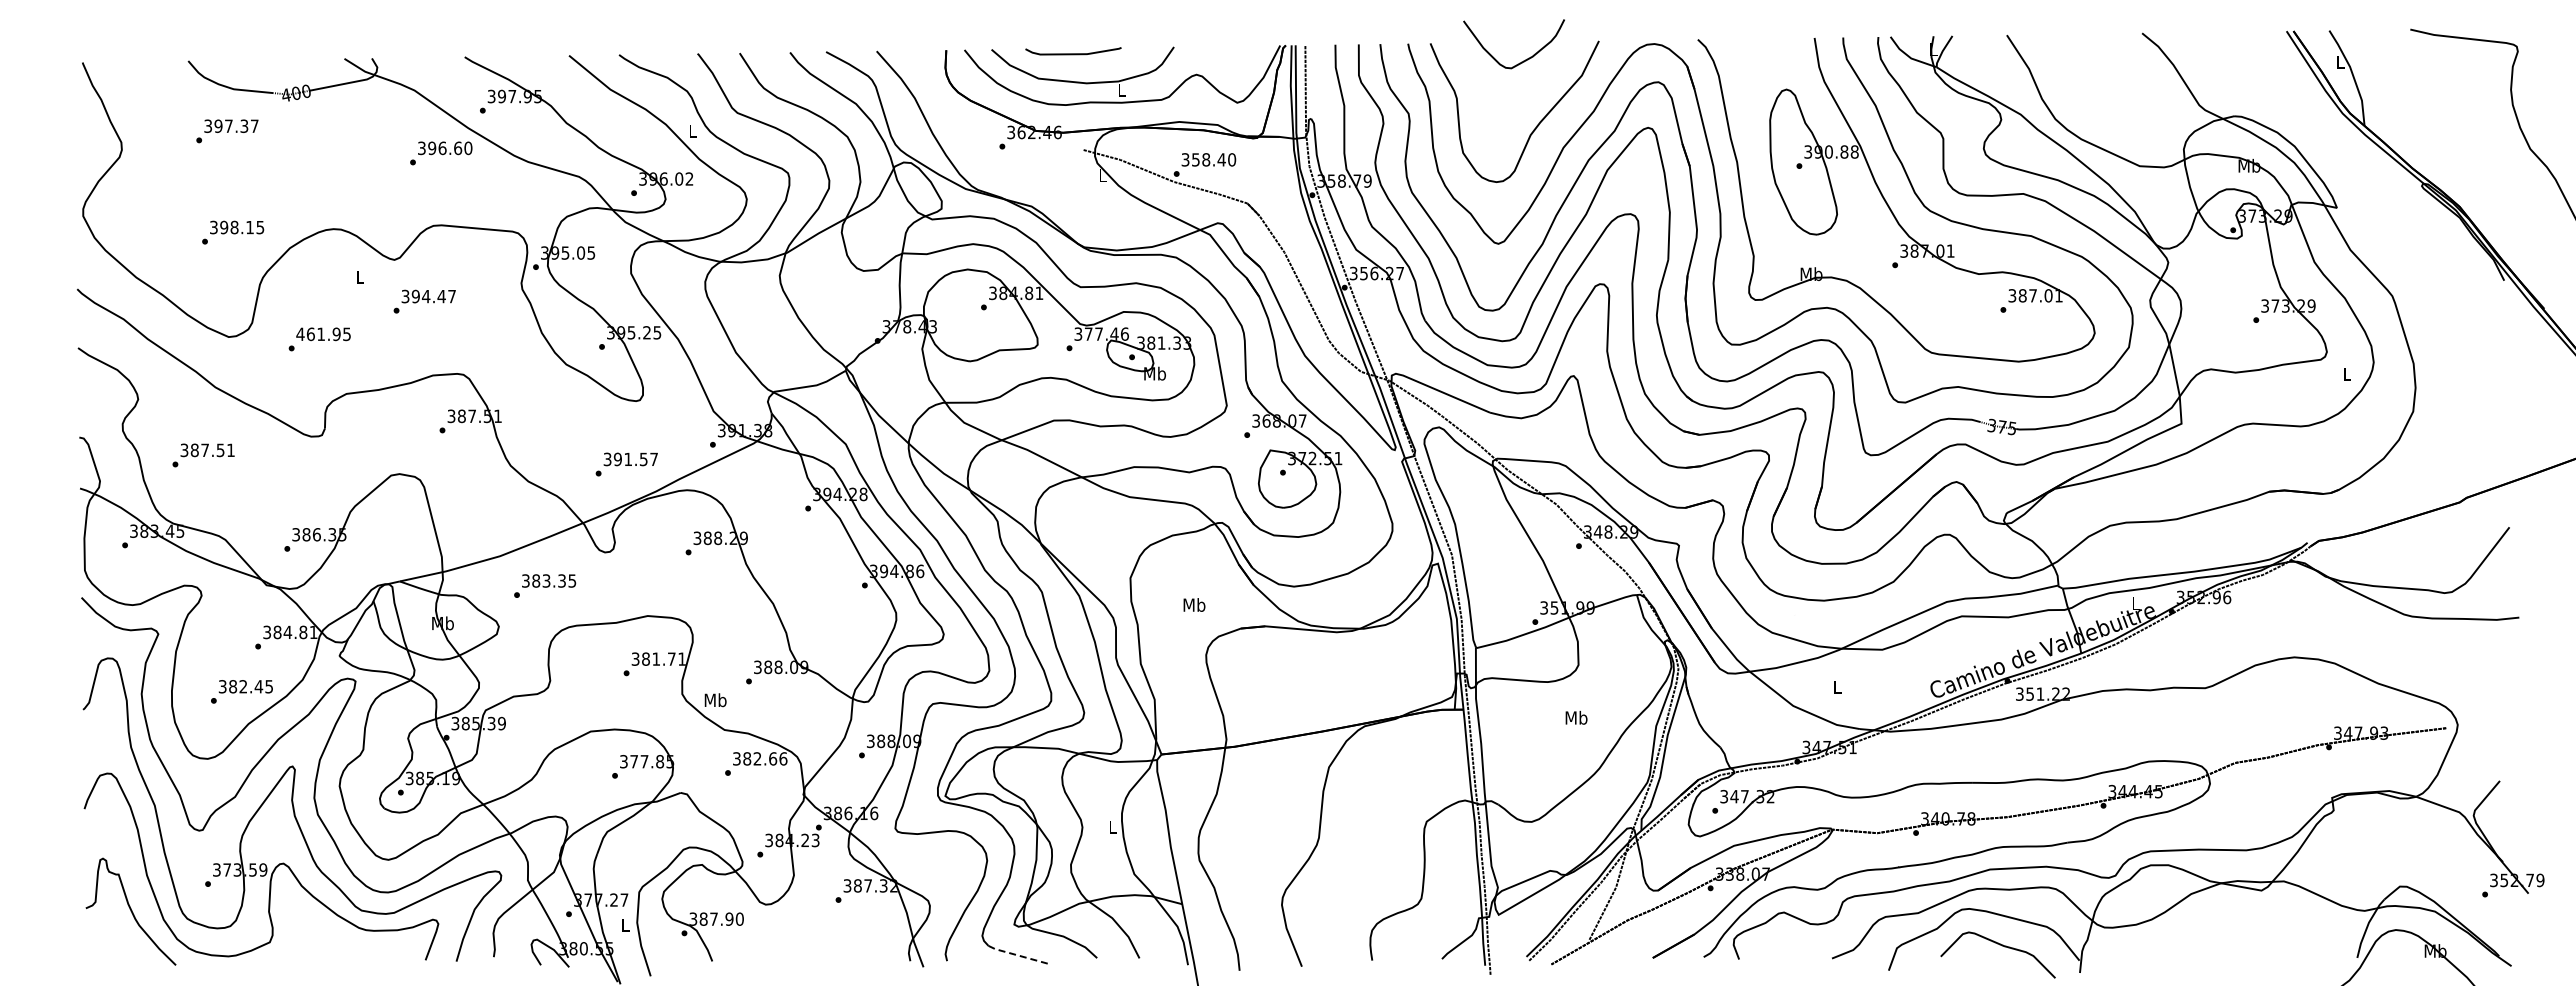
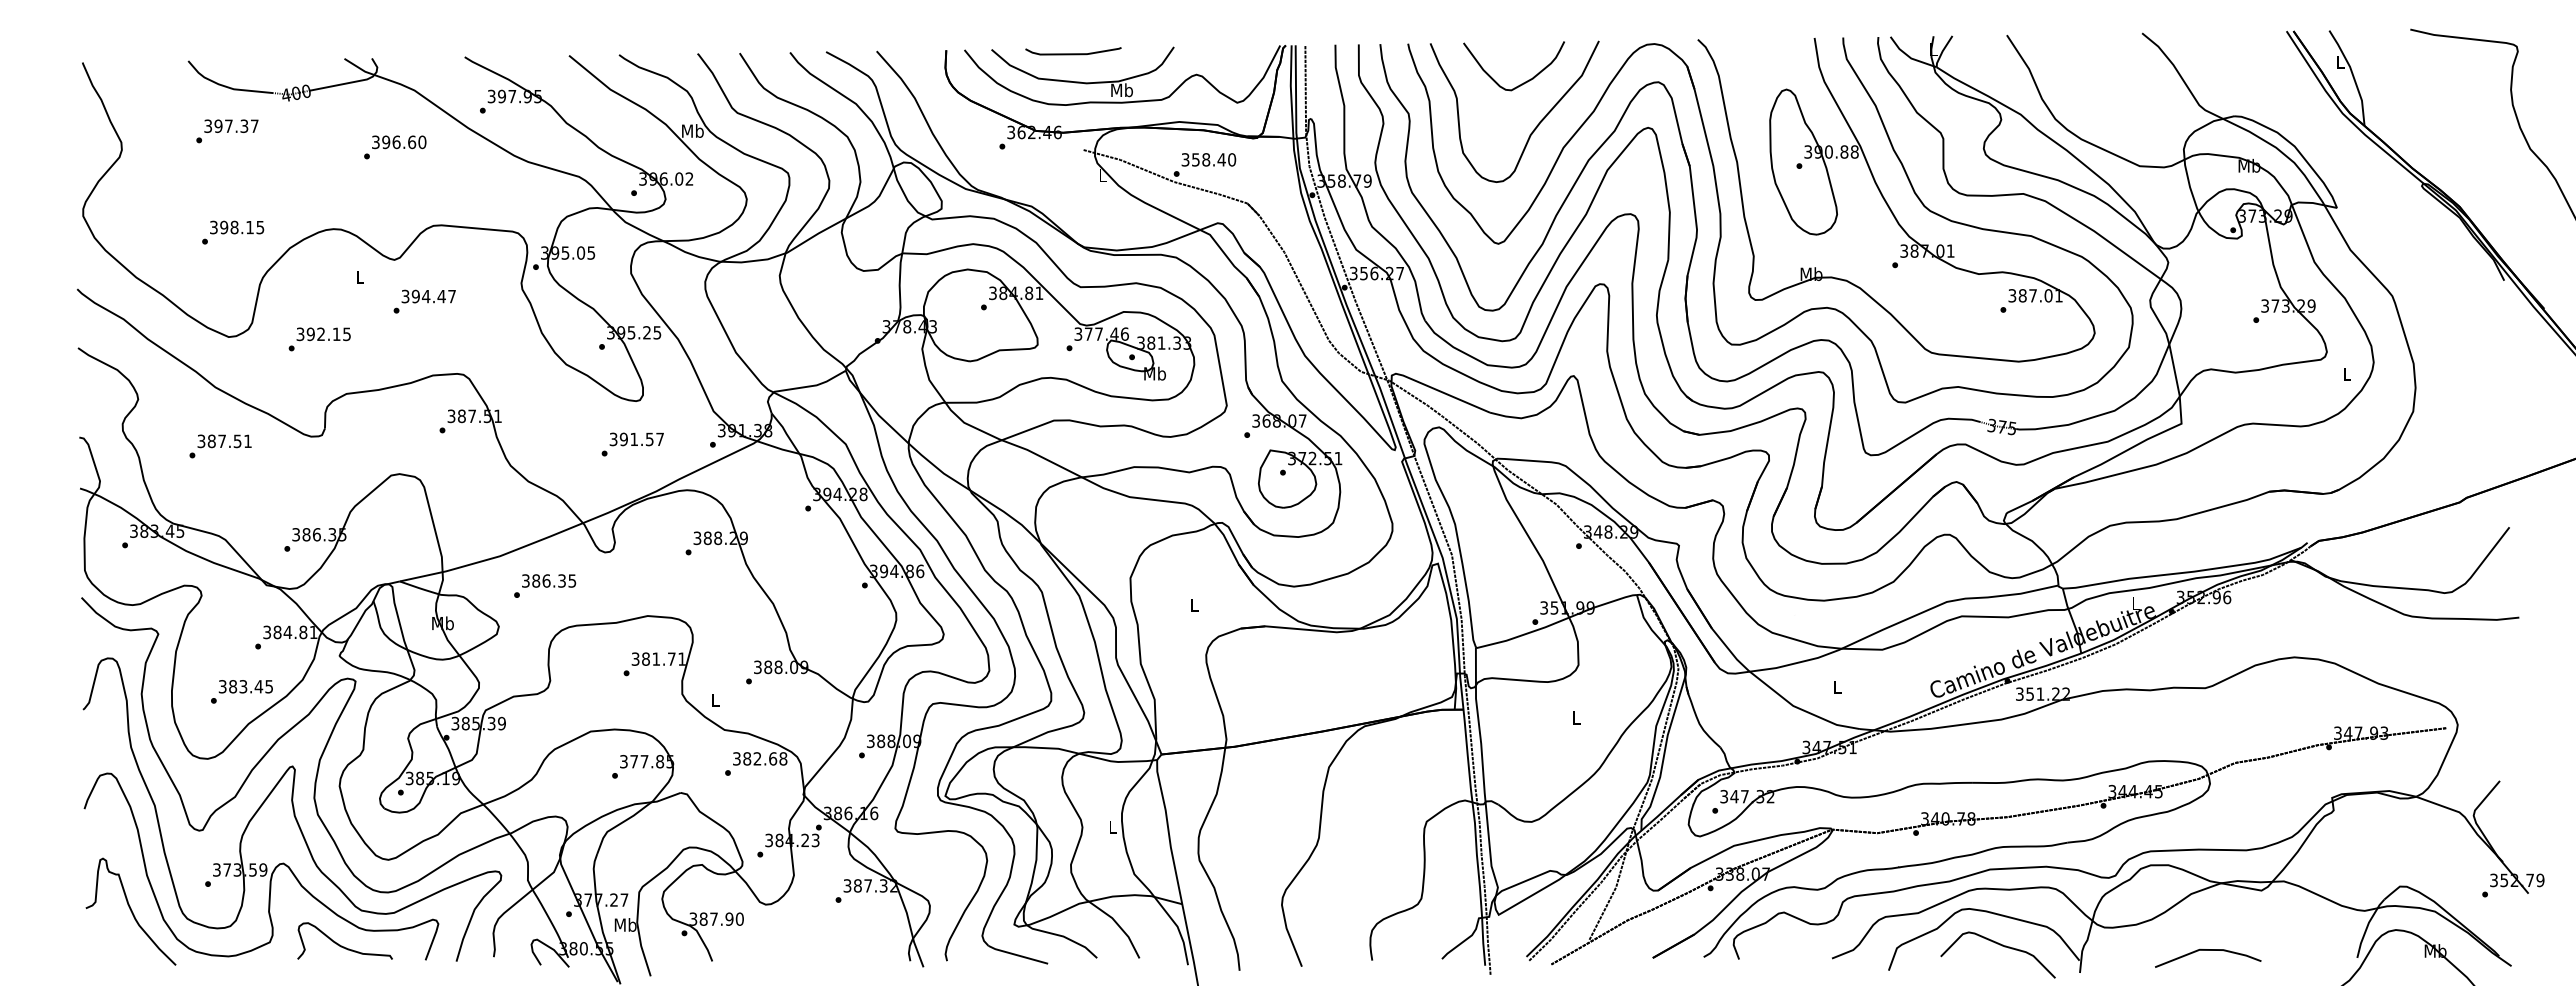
curve at (1521, 61) position: (1521, 61) -> (1521, 83)
text at (1121, 90): L -> Mb
text at (692, 130): L -> Mb
text at (441, 153) position: (441, 153) -> (395, 147)
text at (318, 334): 461.95 -> 392.15
text at (203, 455) position: (203, 455) -> (220, 446)
text at (626, 464) position: (626, 464) -> (632, 444)
text at (546, 580): 383.35 -> 386.35
text at (1194, 604): Mb -> L
text at (243, 686): 382.45 -> 383.45
text at (715, 700): Mb -> L
text at (1576, 717): Mb -> L
text at (783, 758): 382.66 -> 382.68
text at (625, 924): L -> Mb
curve at (342, 945): none -> present
line at (2208, 950): none -> present
line at (1017, 955): dashed -> solid
